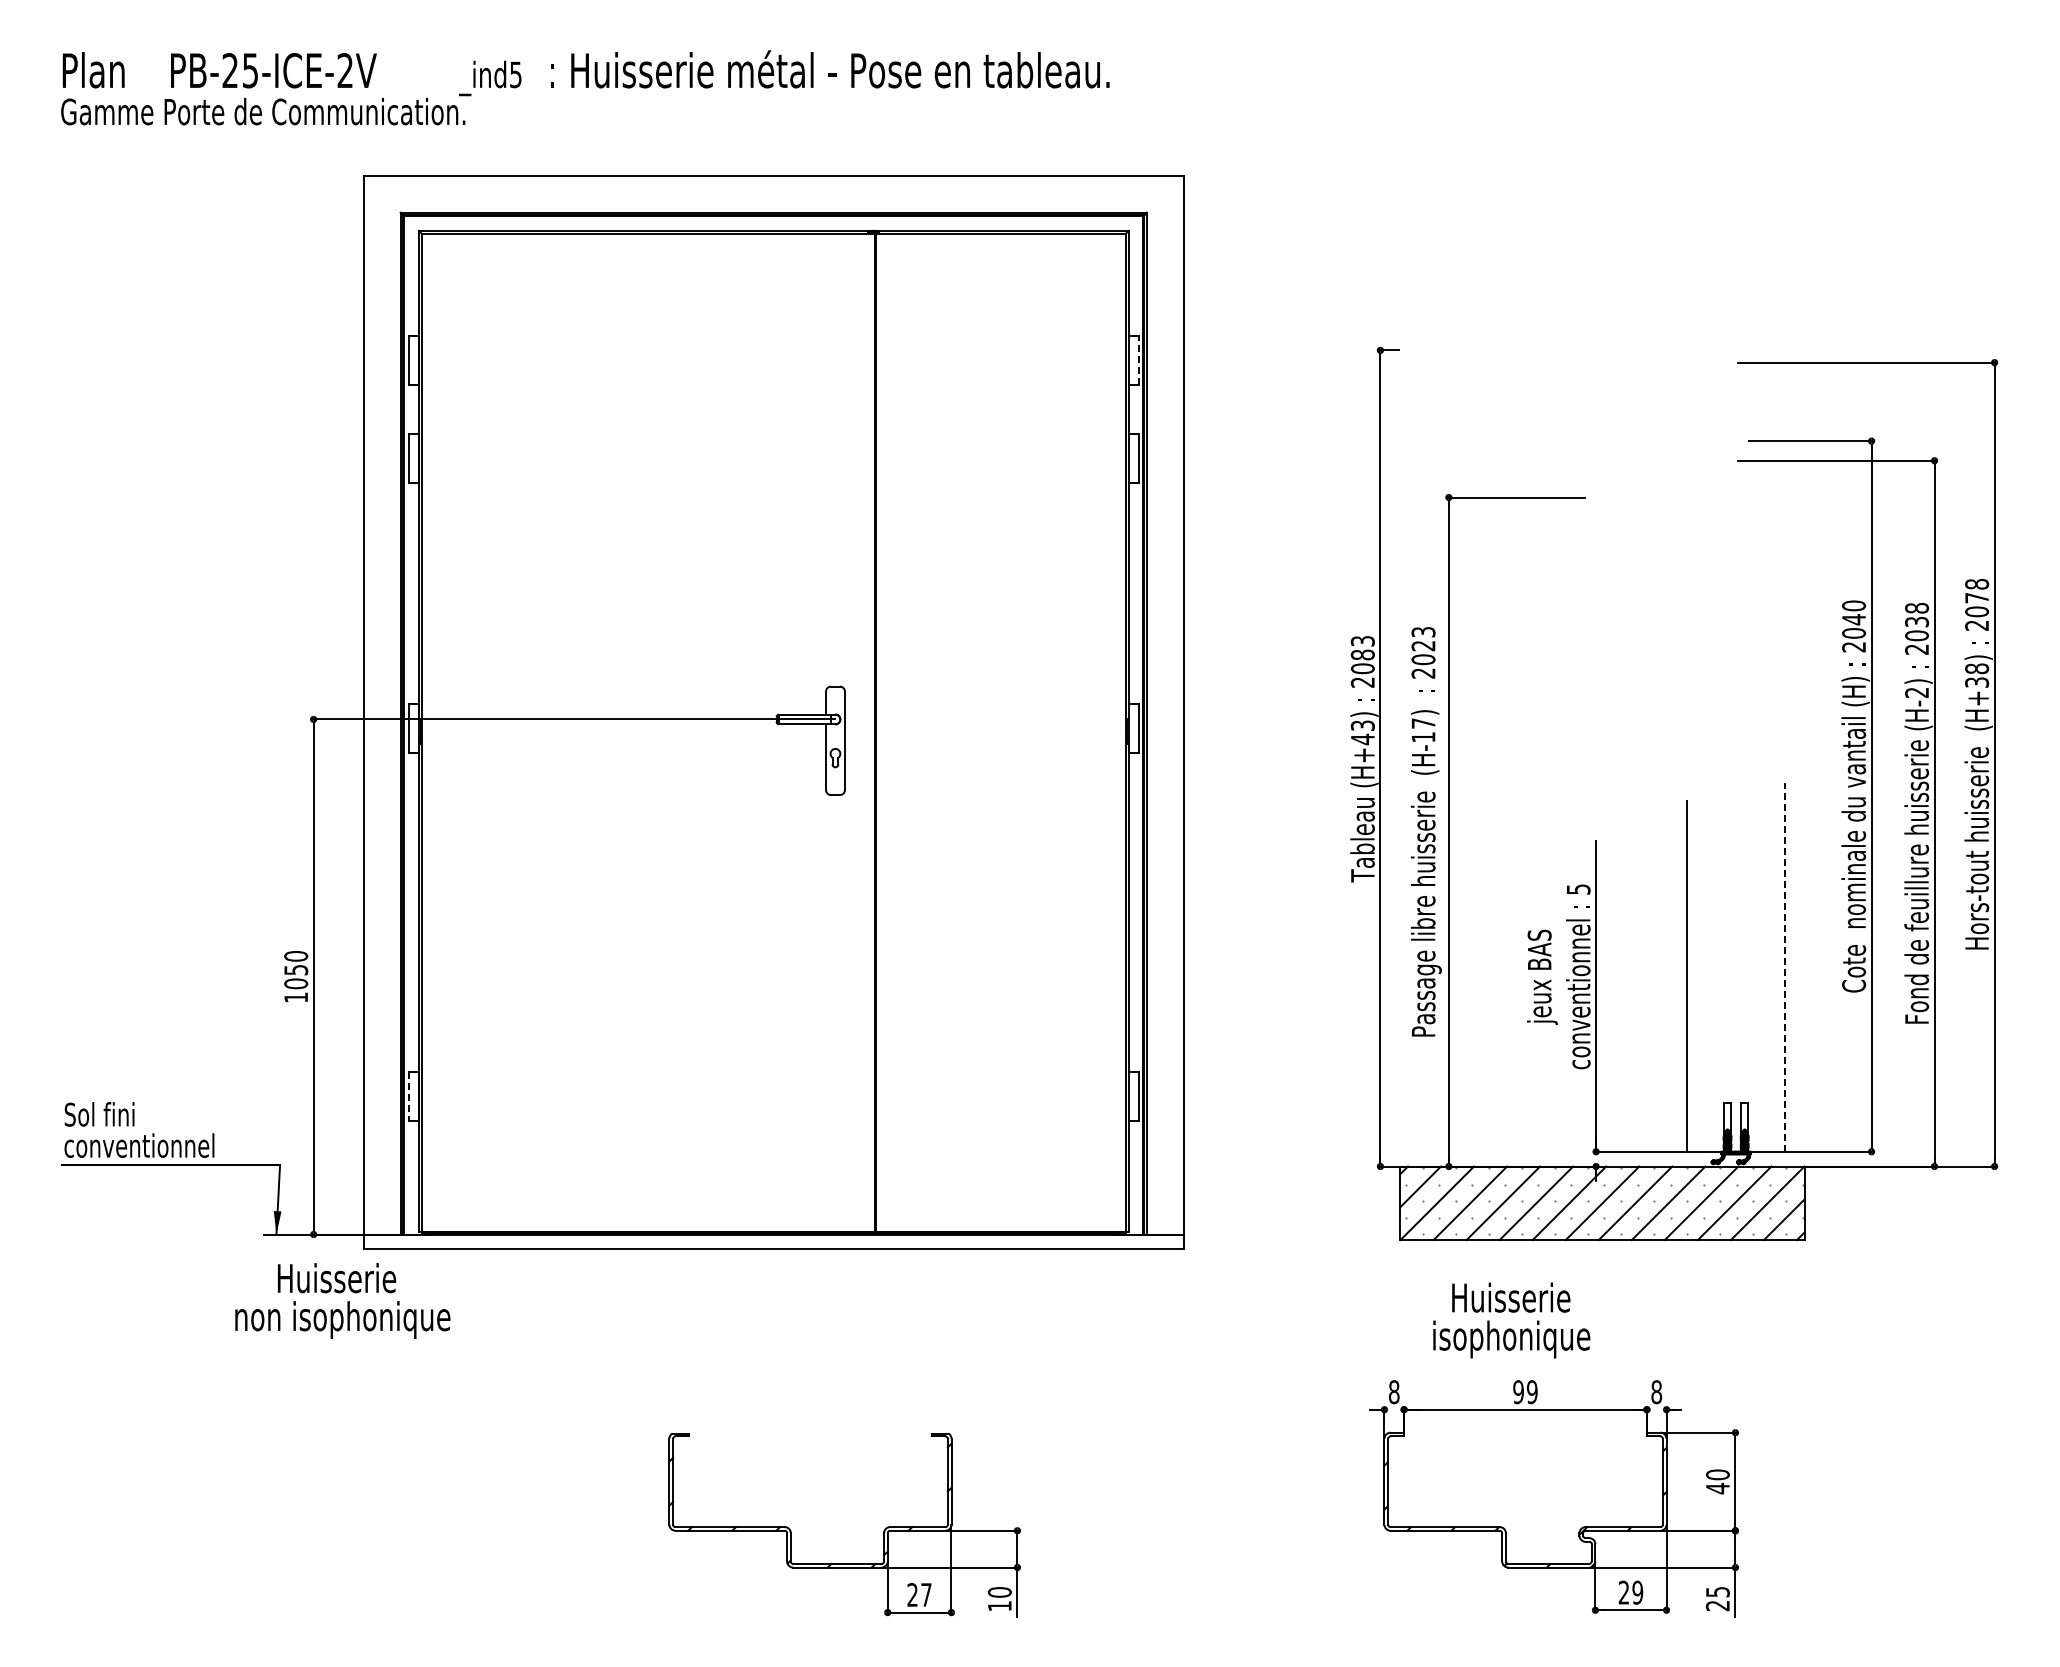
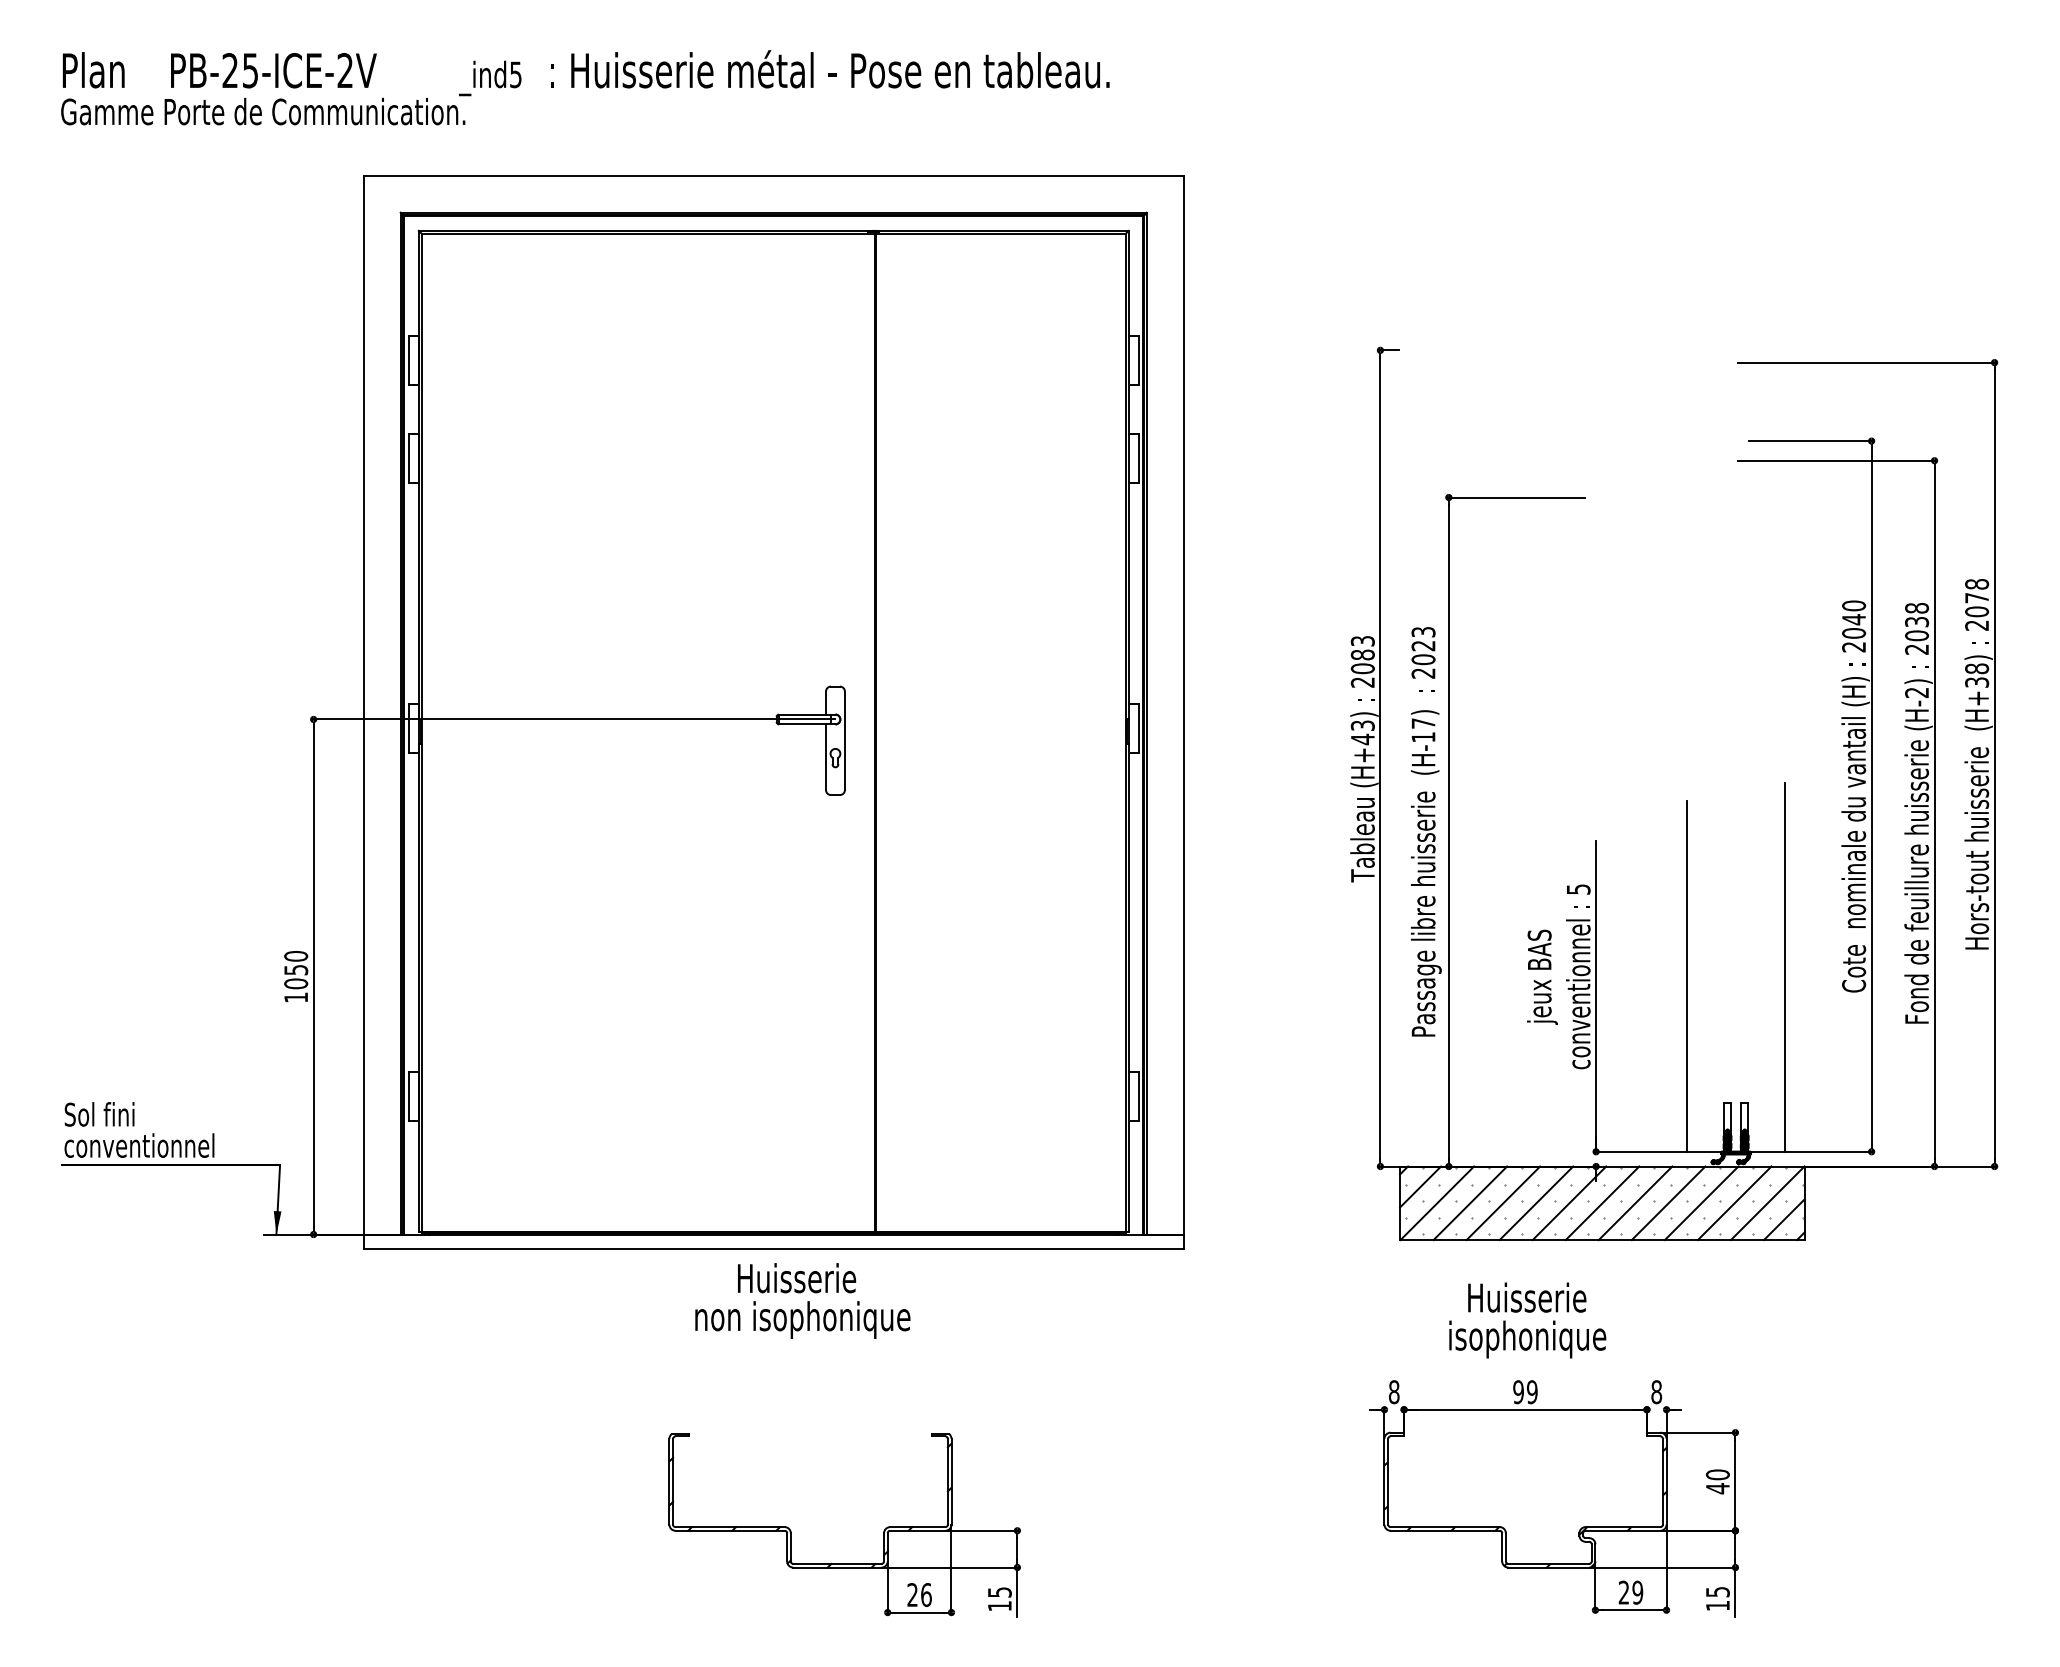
line at (1138, 360): dashed -> solid
line at (1785, 967): dashed -> solid
line at (409, 1096): dashed -> solid
text at (342, 1300) position: (342, 1300) -> (802, 1300)
text at (1511, 1320) position: (1511, 1320) -> (1527, 1320)
text at (999, 1592): 10 -> 15
text at (926, 1595): 27 -> 26
text at (1717, 1606): 25 -> 15
